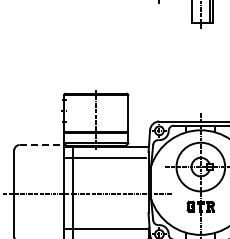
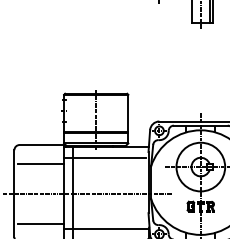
line at (42, 145): dashed -> solid
line at (40, 163): none -> present
line at (40, 223): none -> present
